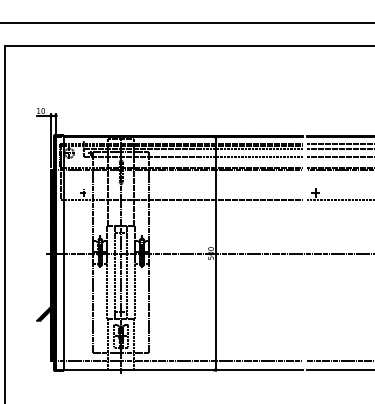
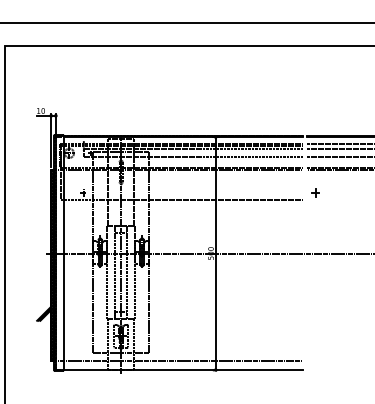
line at (339, 199): present -> none
line at (339, 360): present -> none
line at (339, 370): present -> none
